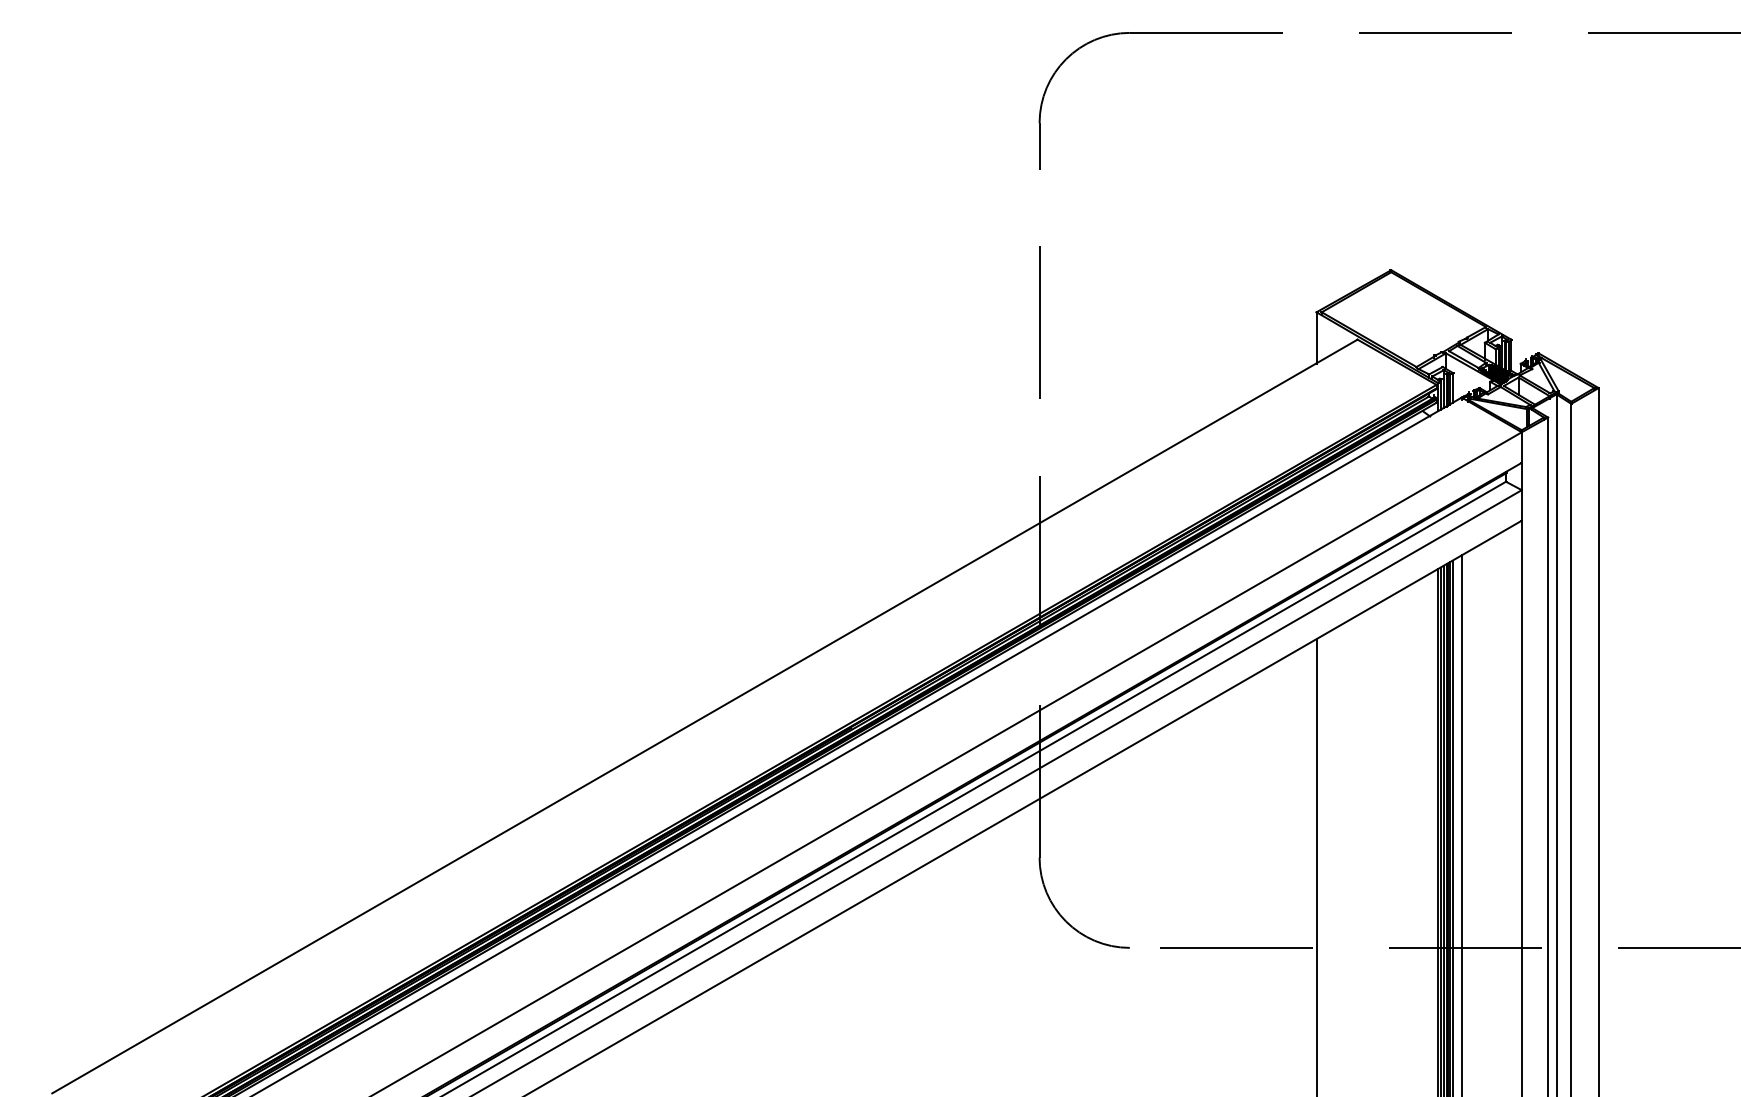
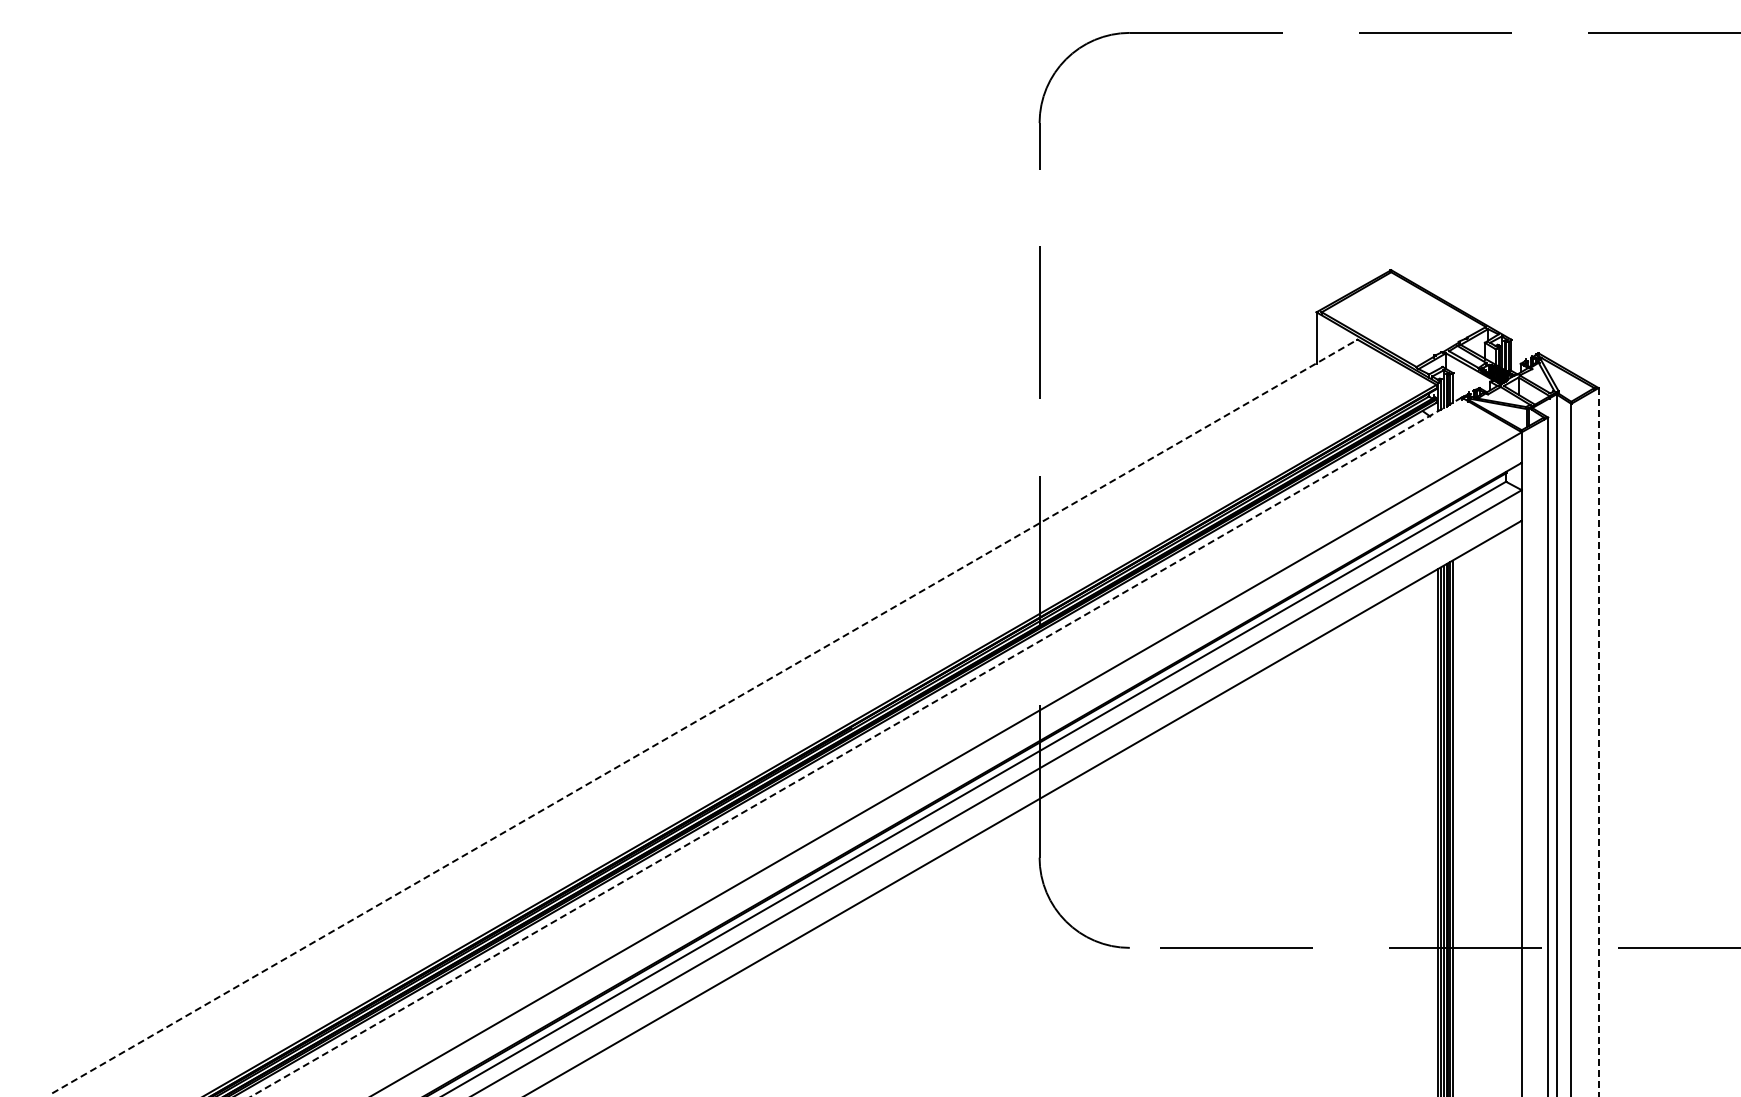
line at (704, 716): solid -> dashed
line at (1598, 742): solid -> dashed
line at (855, 747): solid -> dashed
line at (1461, 824): present -> none
line at (1316, 866): present -> none
